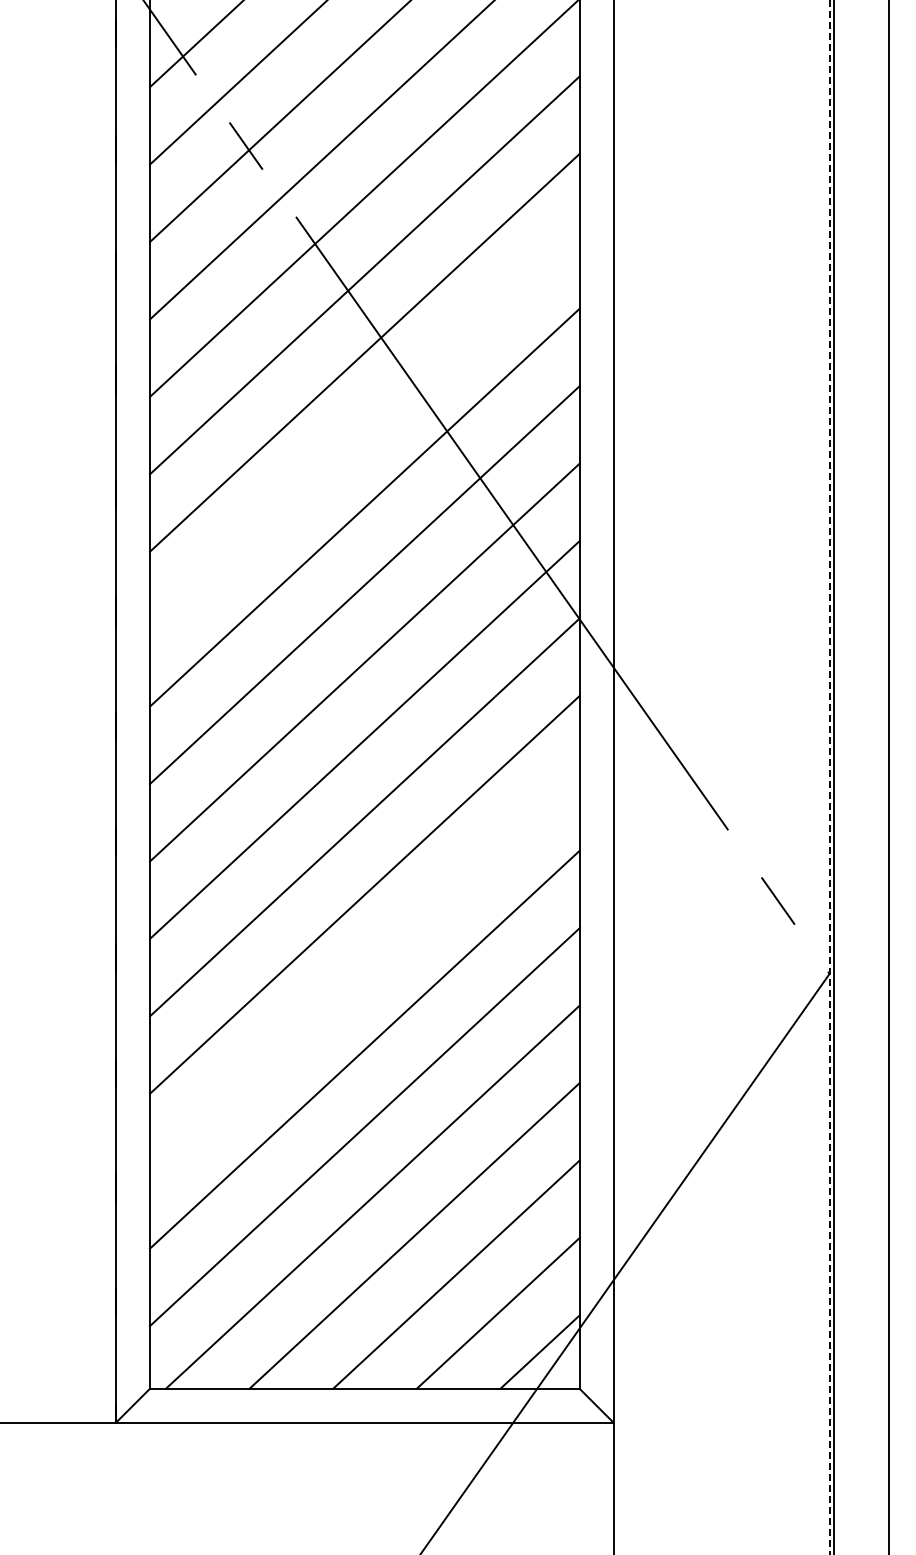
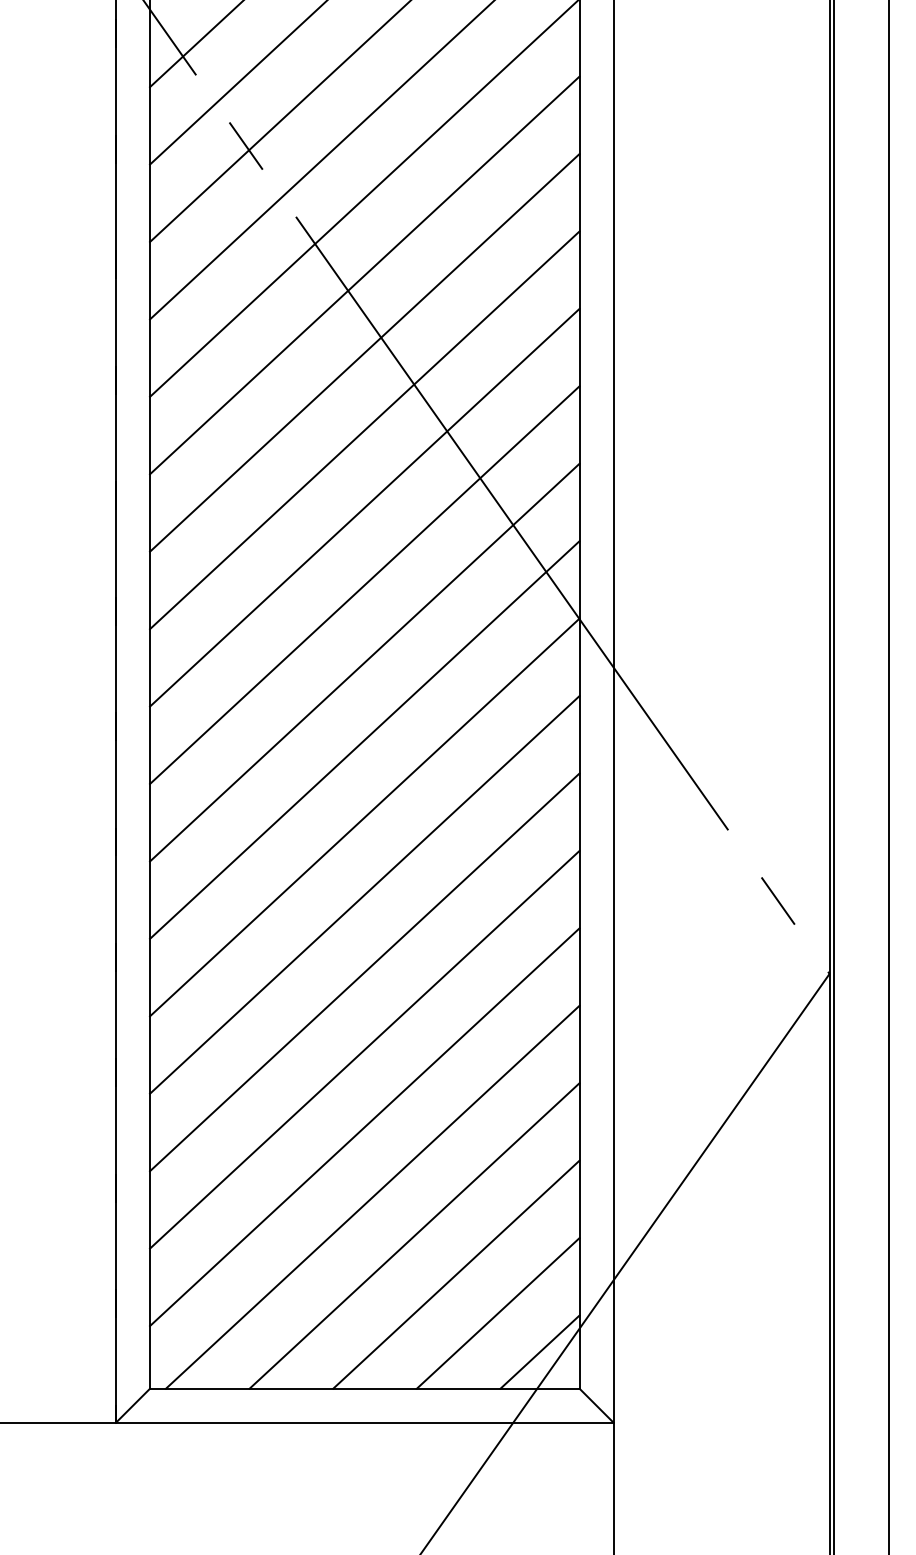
line at (364, 430): none -> present
line at (829, 777): dashed -> solid
line at (364, 972): none -> present
